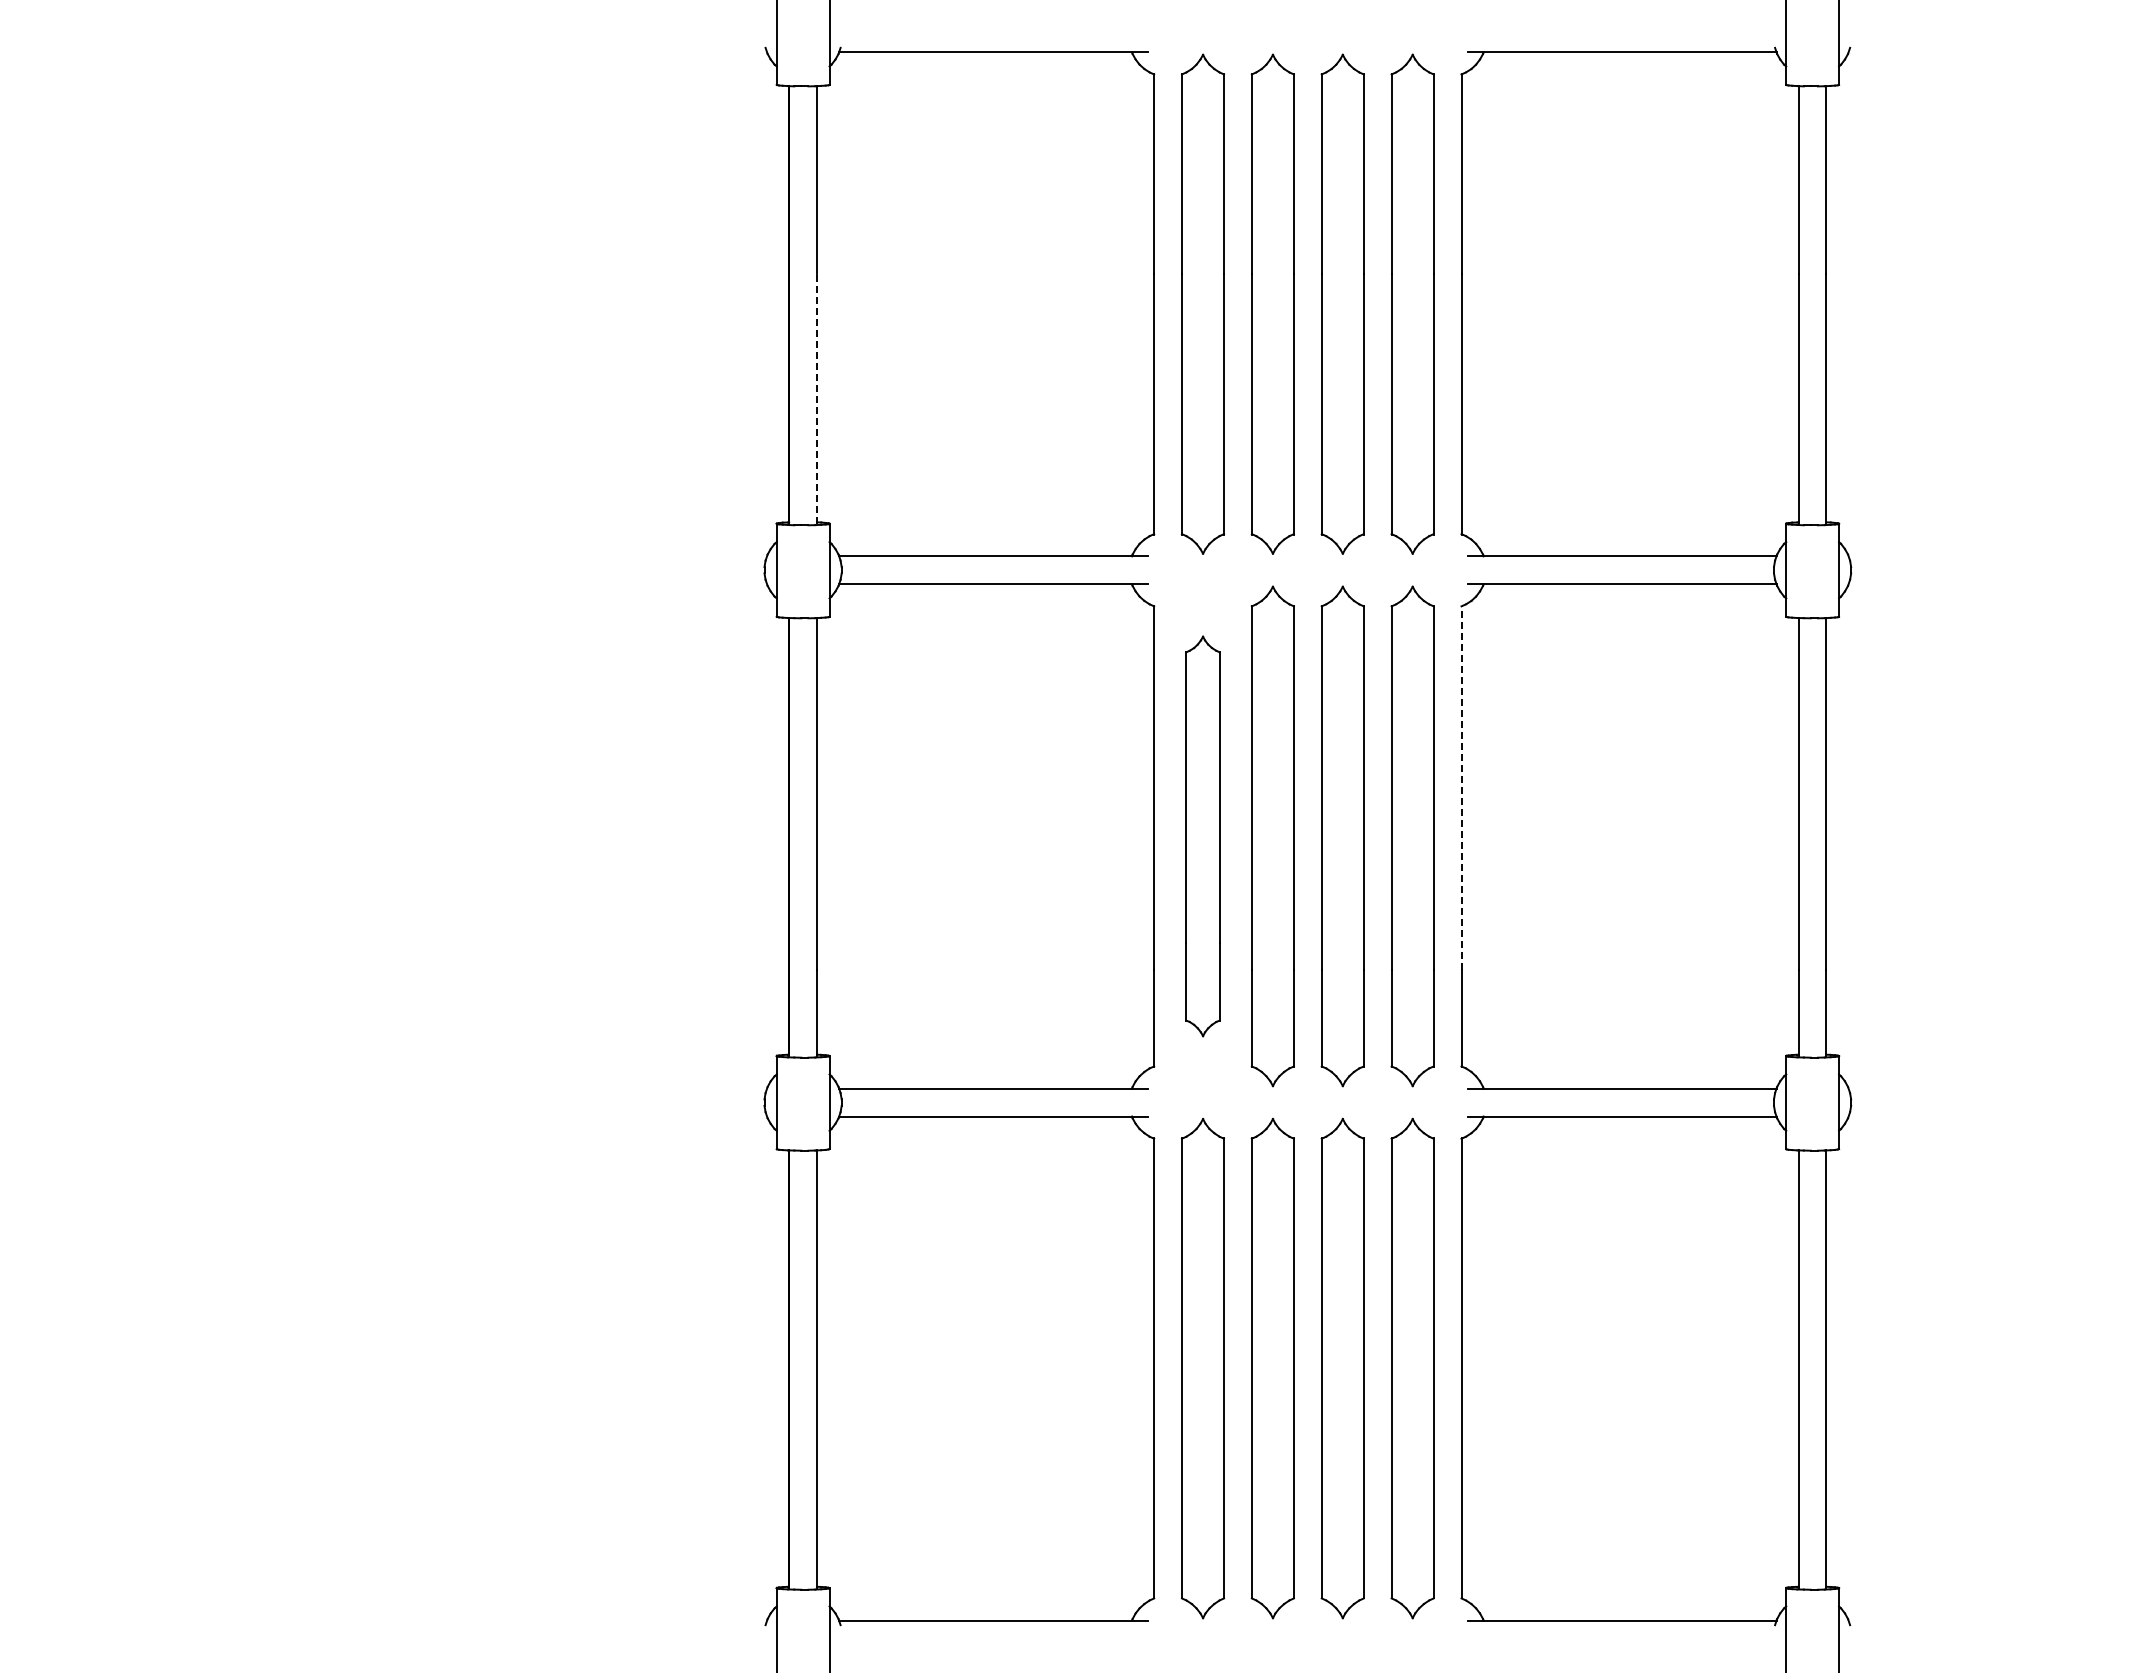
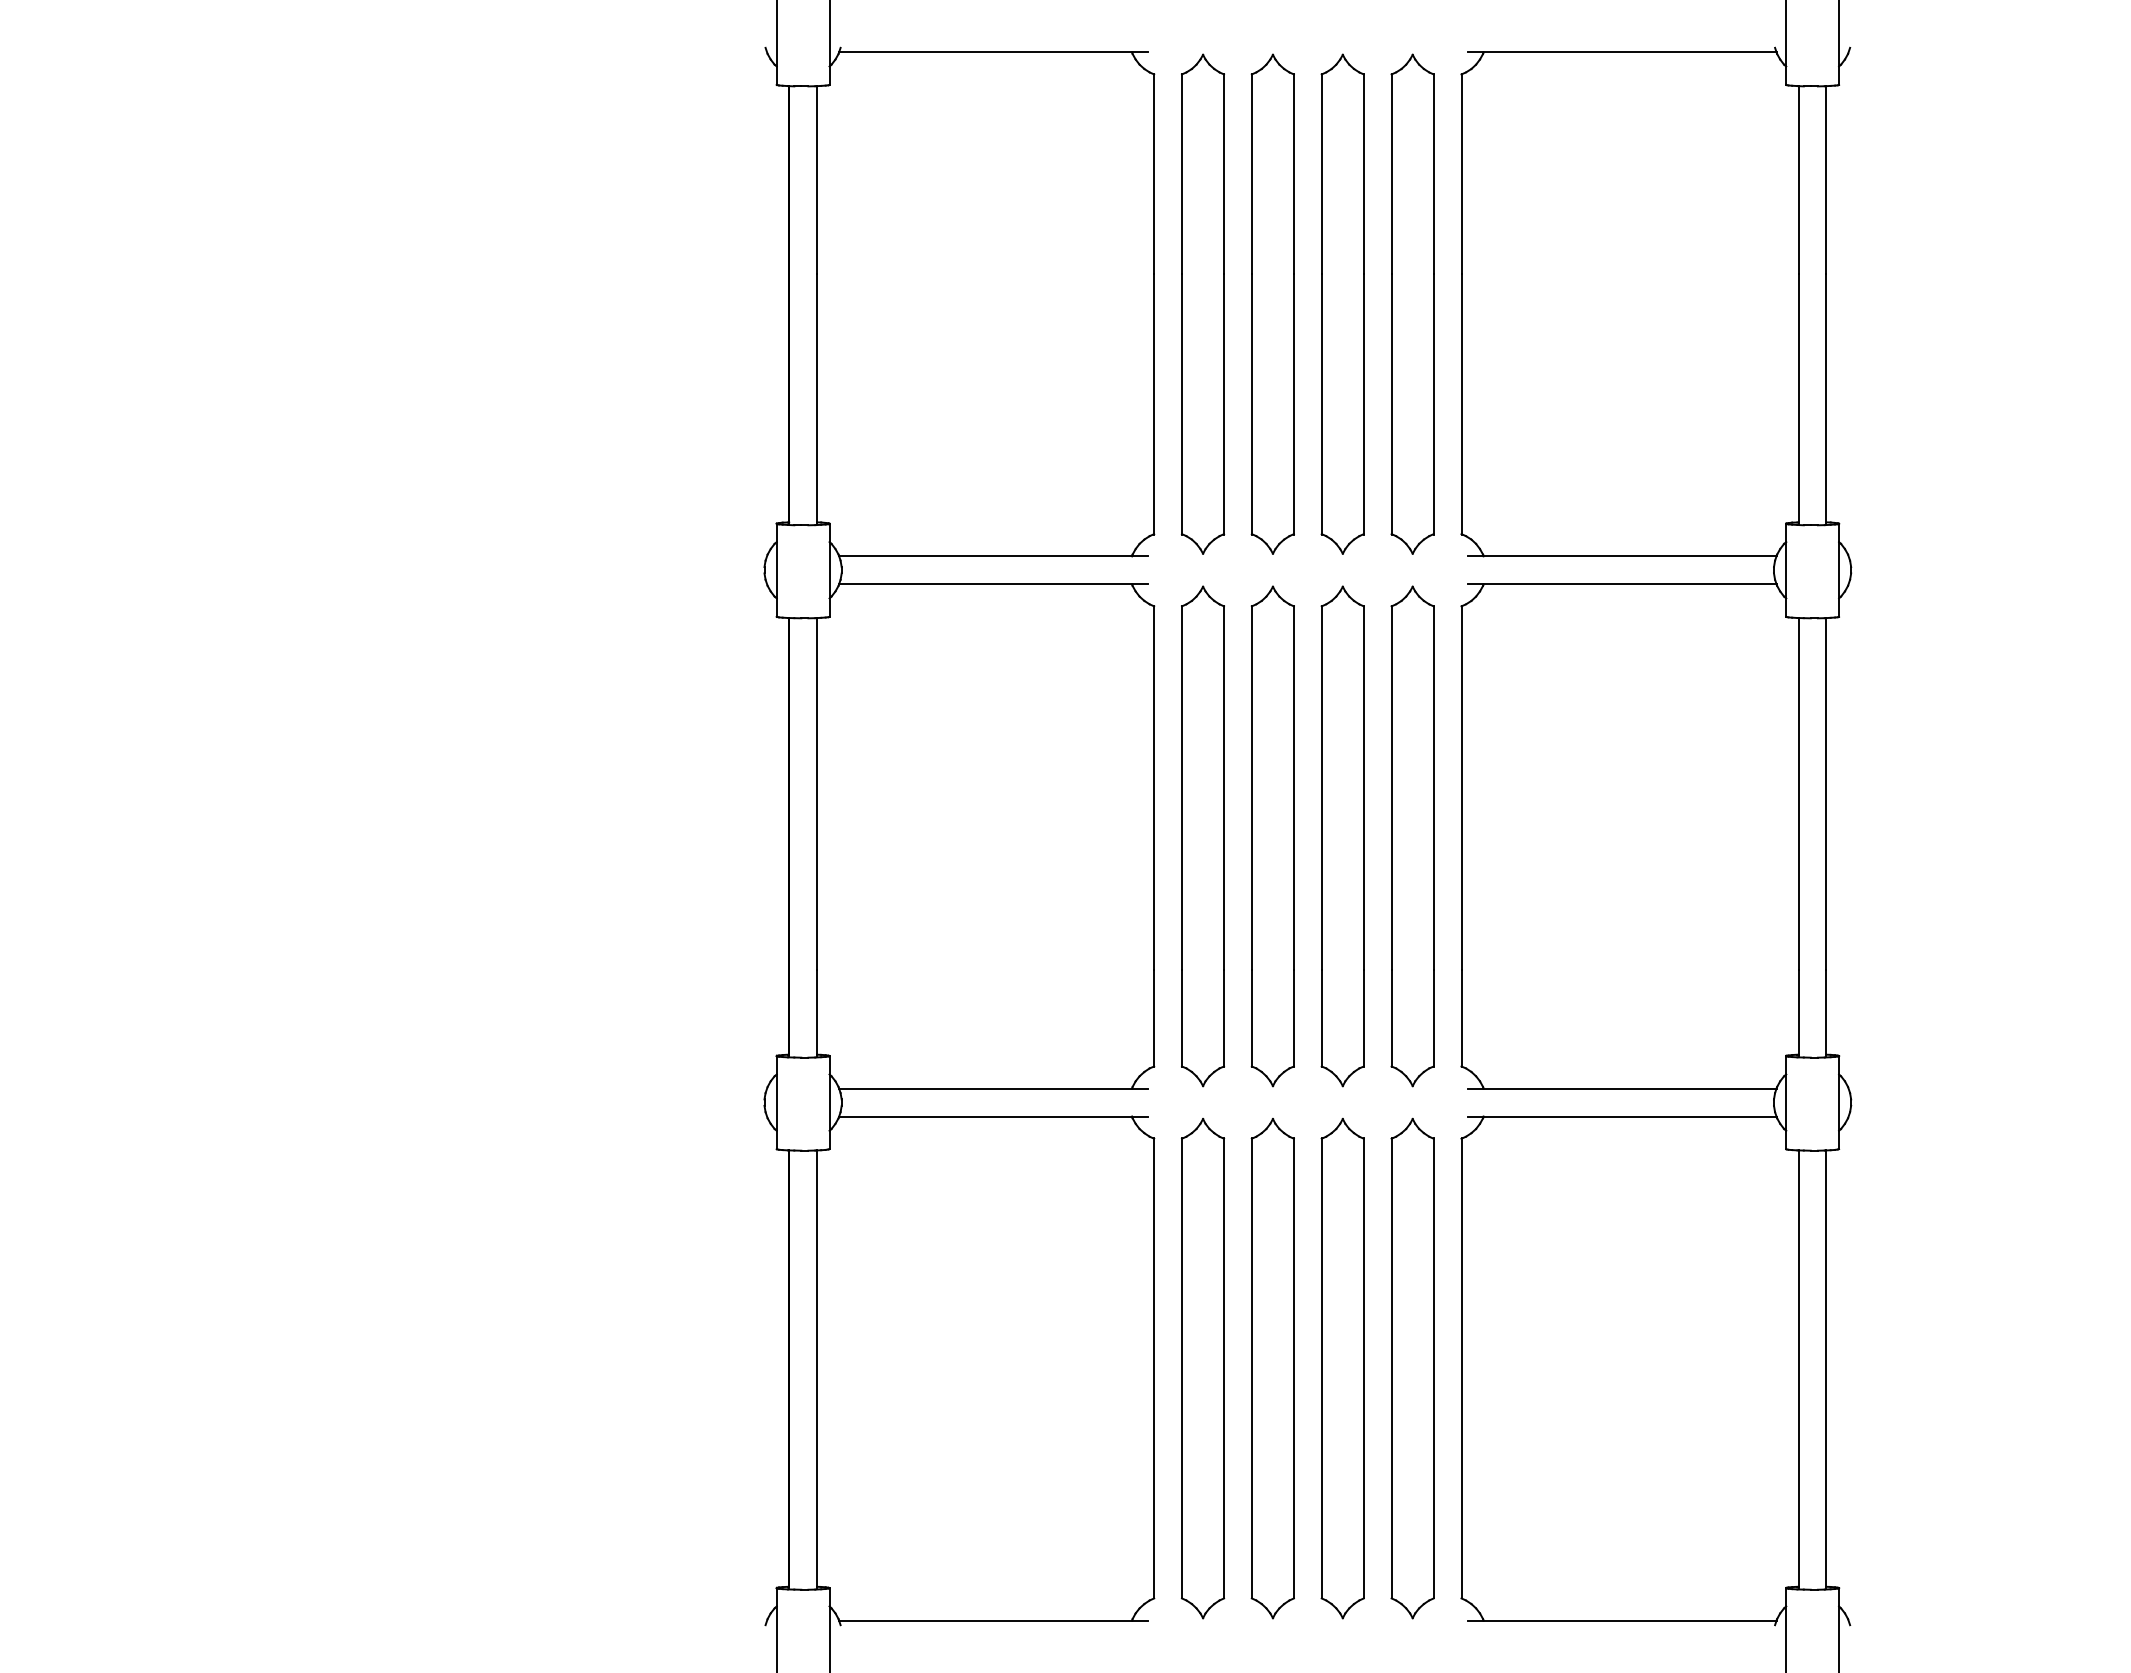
line at (817, 398): dashed -> solid
line at (1461, 787): dashed -> solid
part at (1202, 836) size: 36x403 px -> 44x503 px
